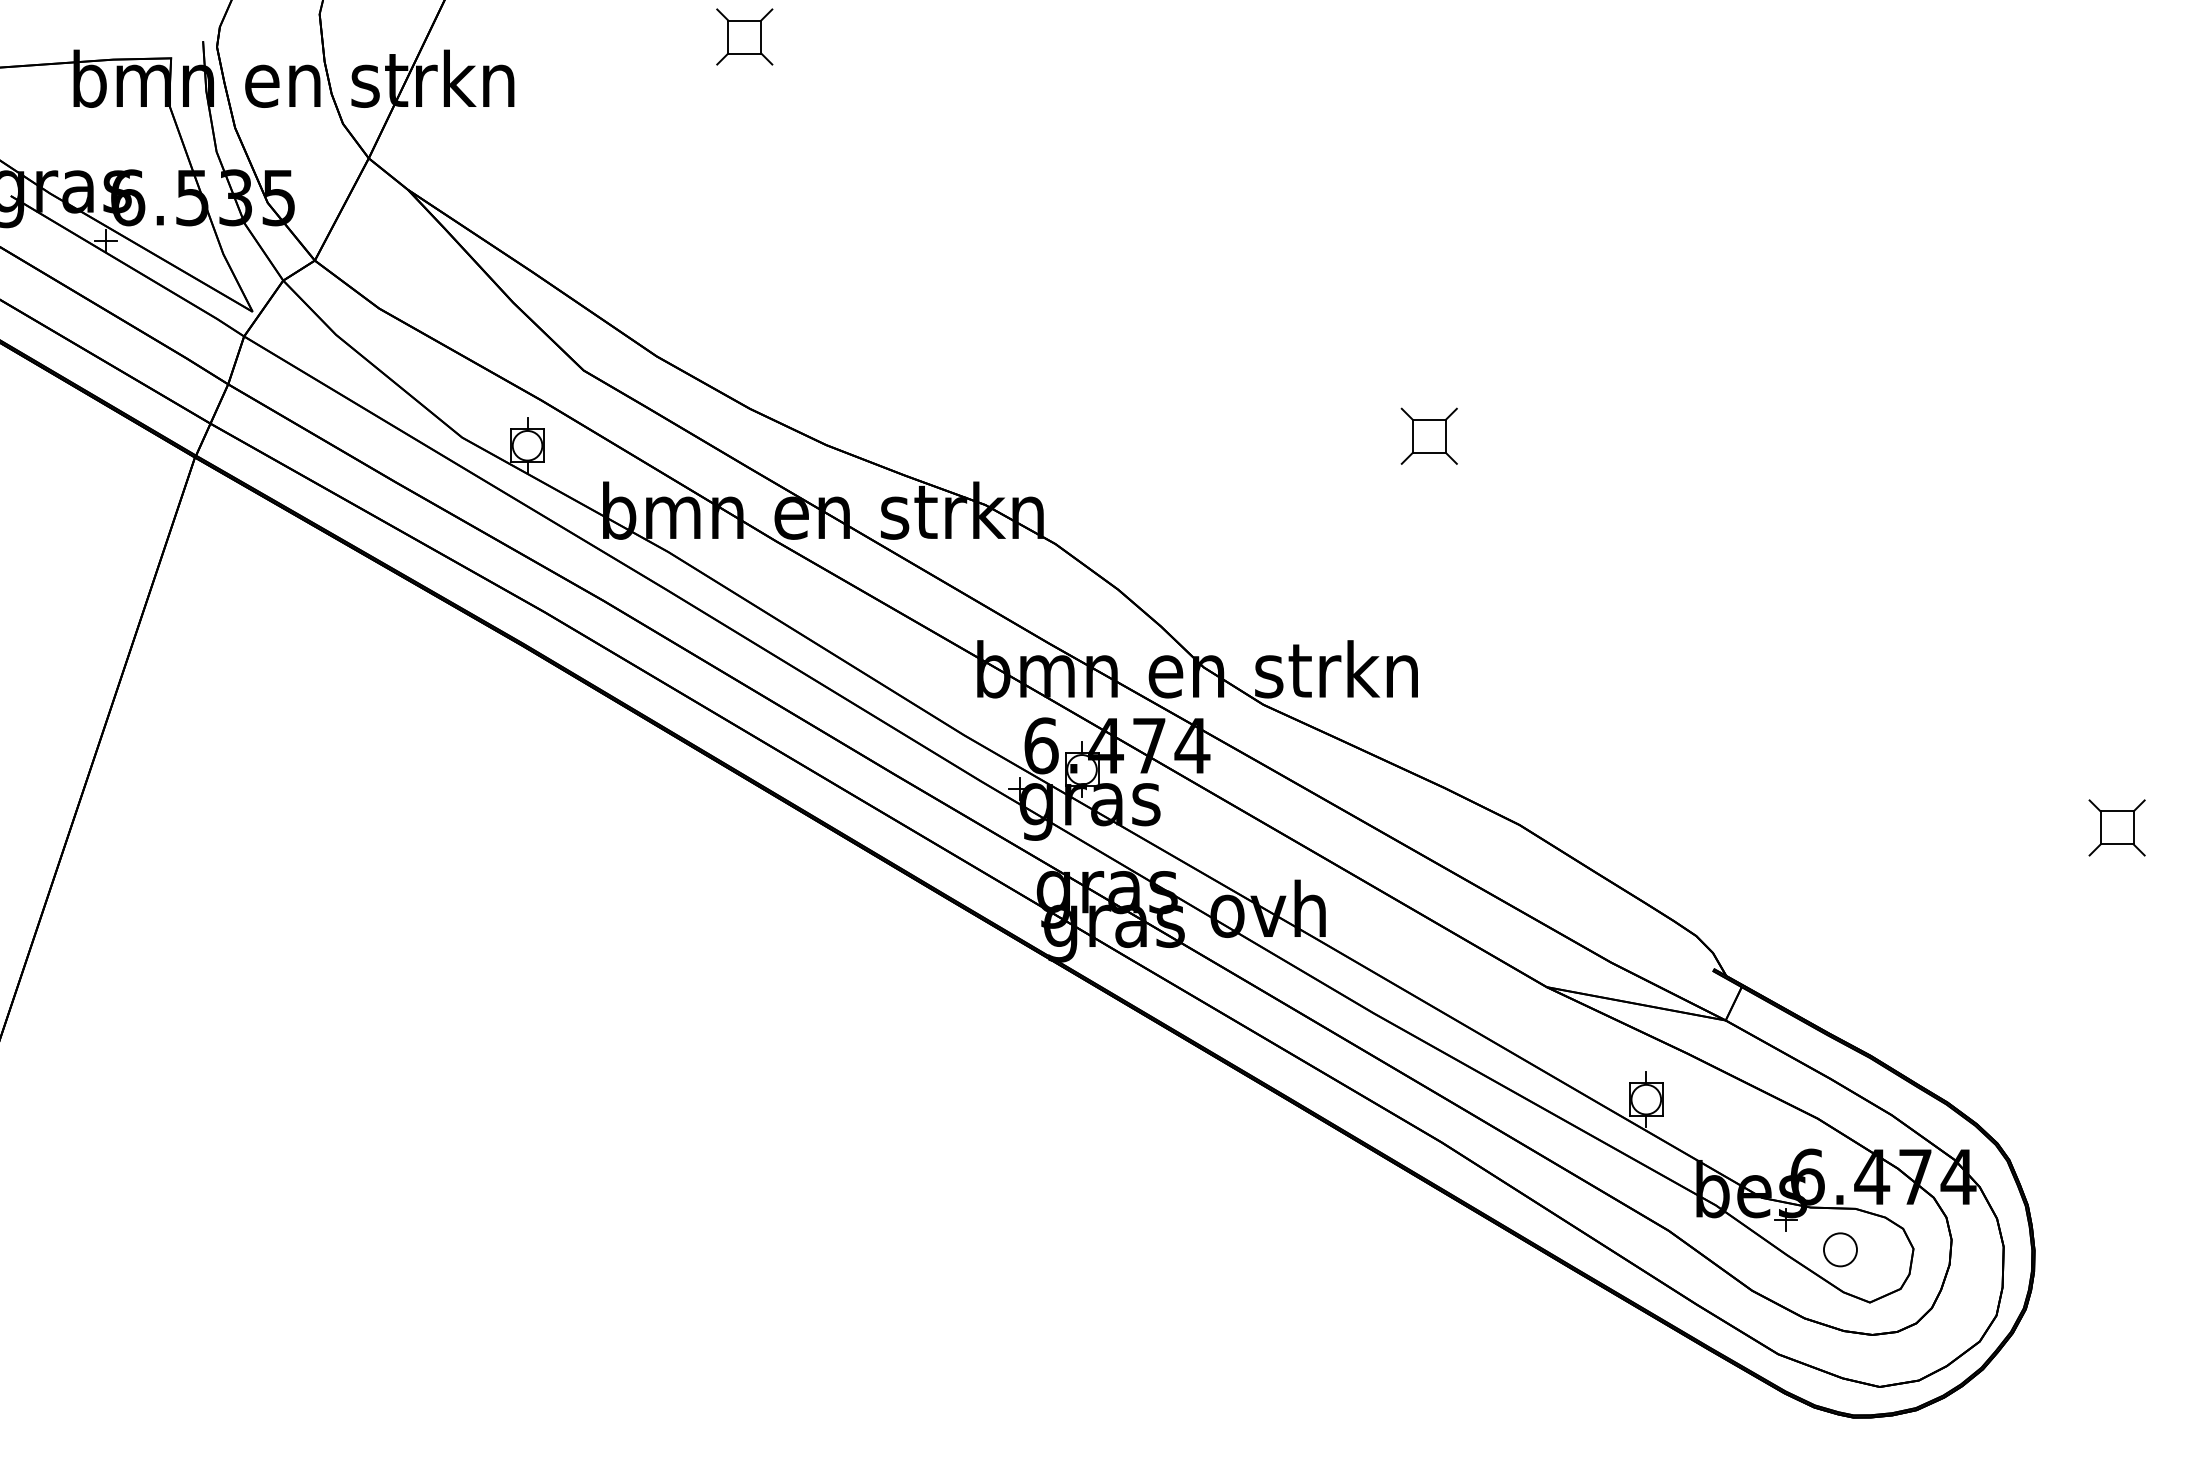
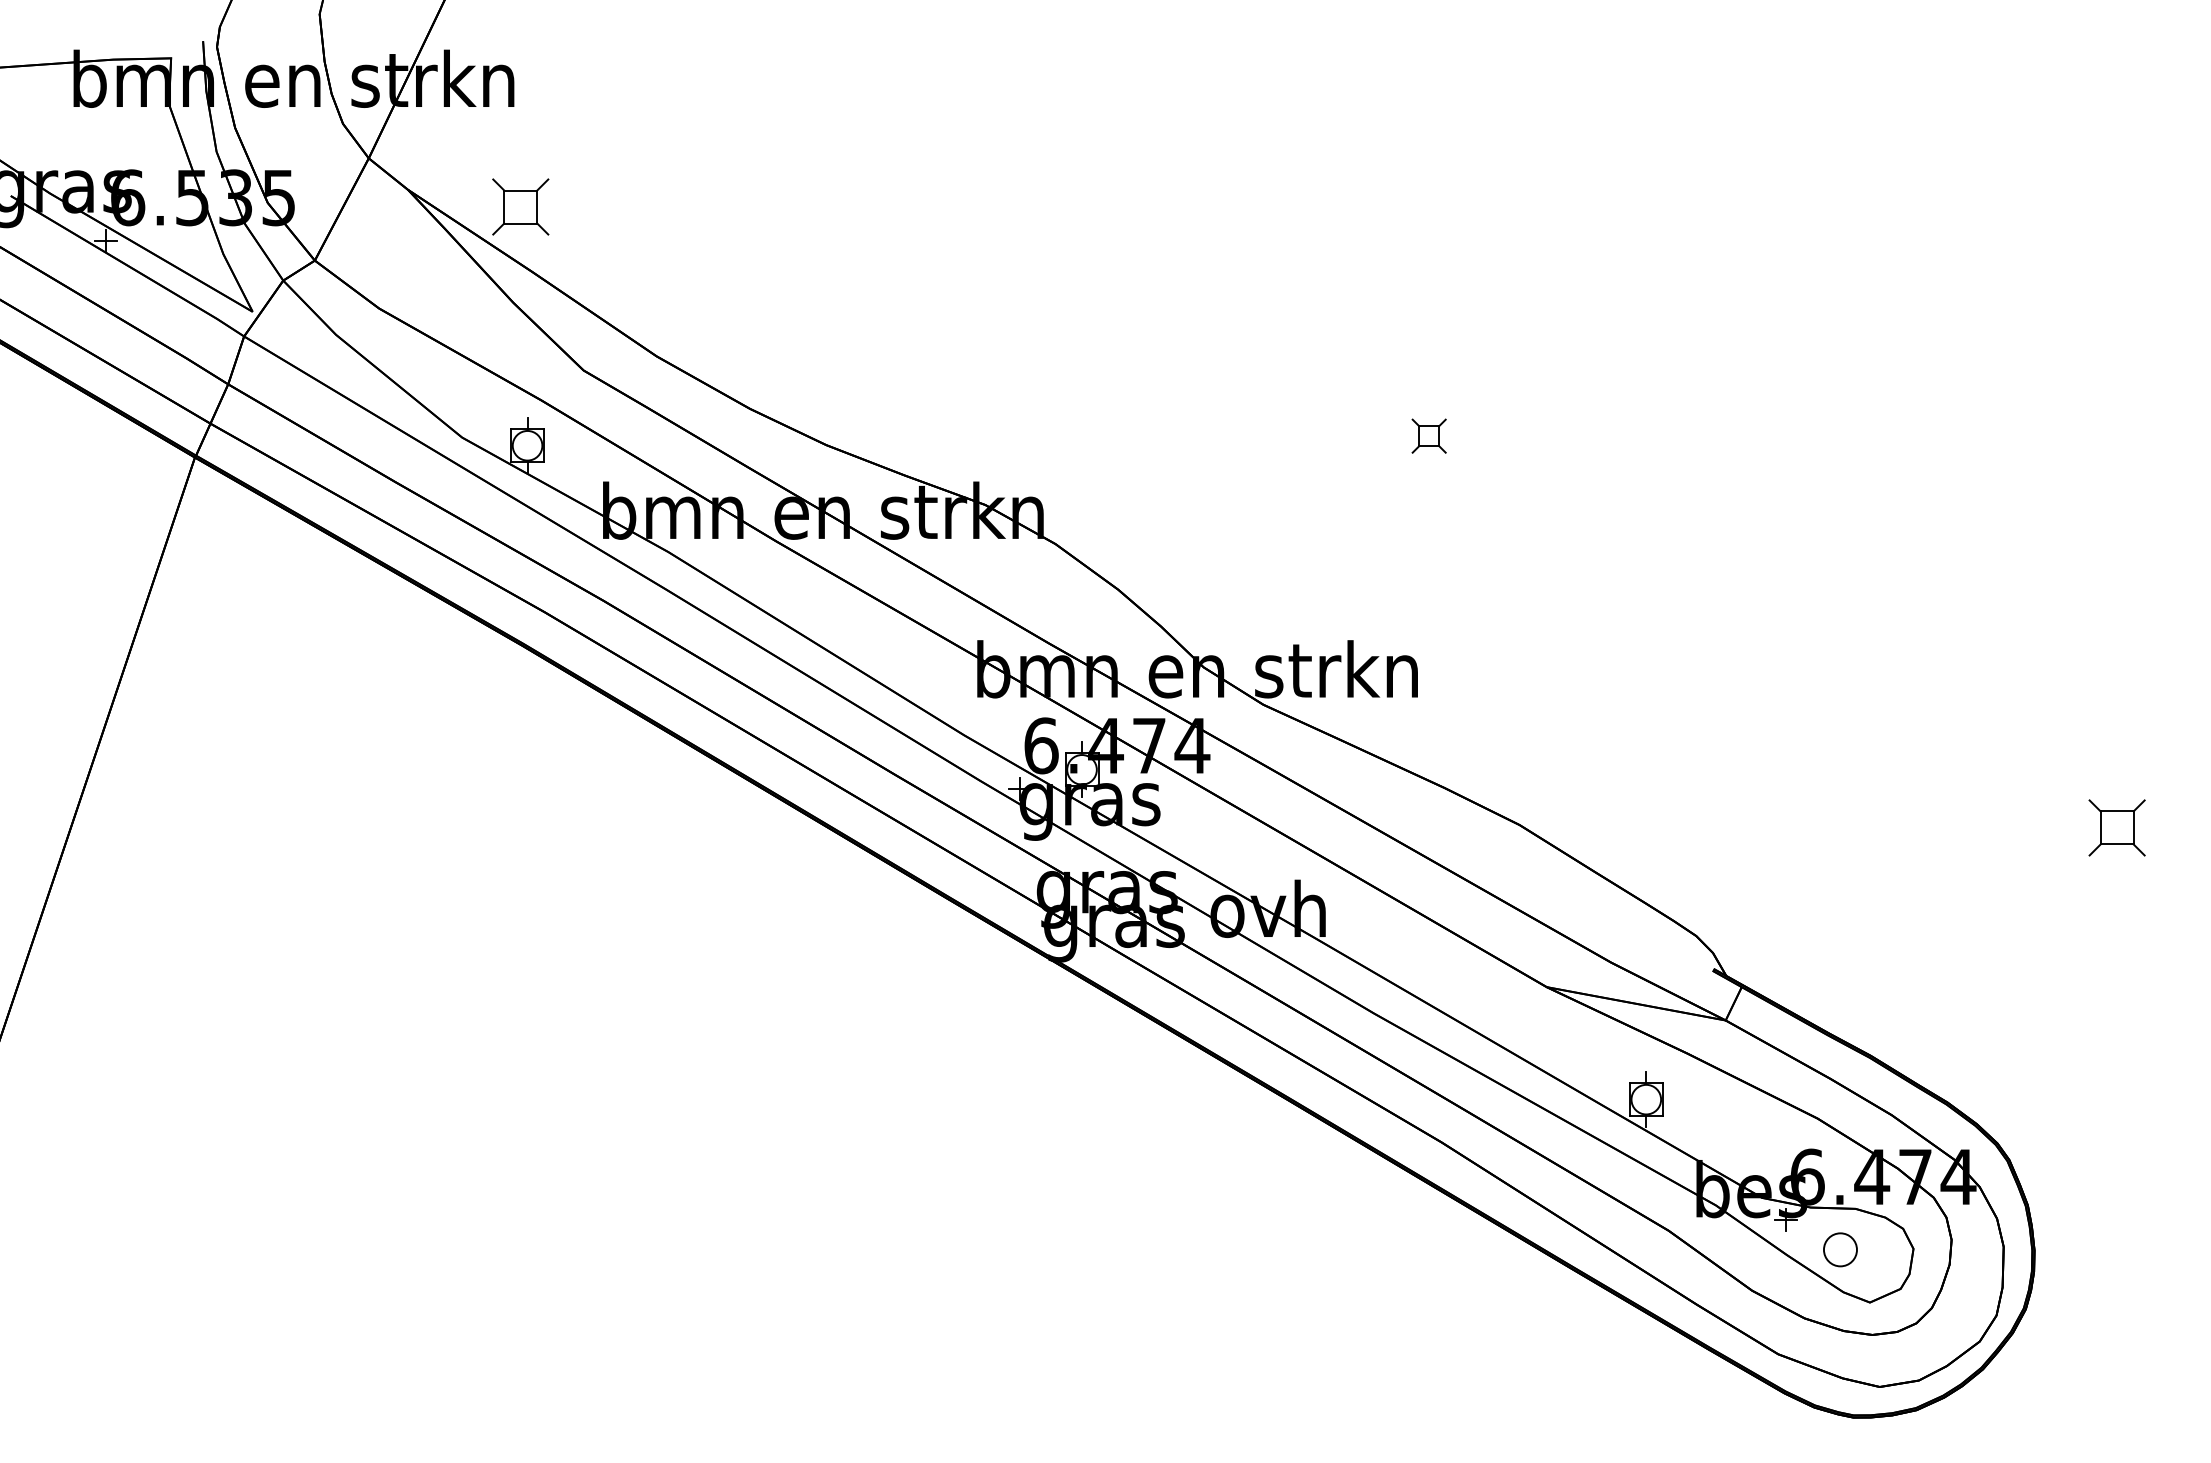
part at (744, 36) position: (744, 36) -> (520, 206)
part at (1428, 435) size: 58x58 px -> 36x36 px
